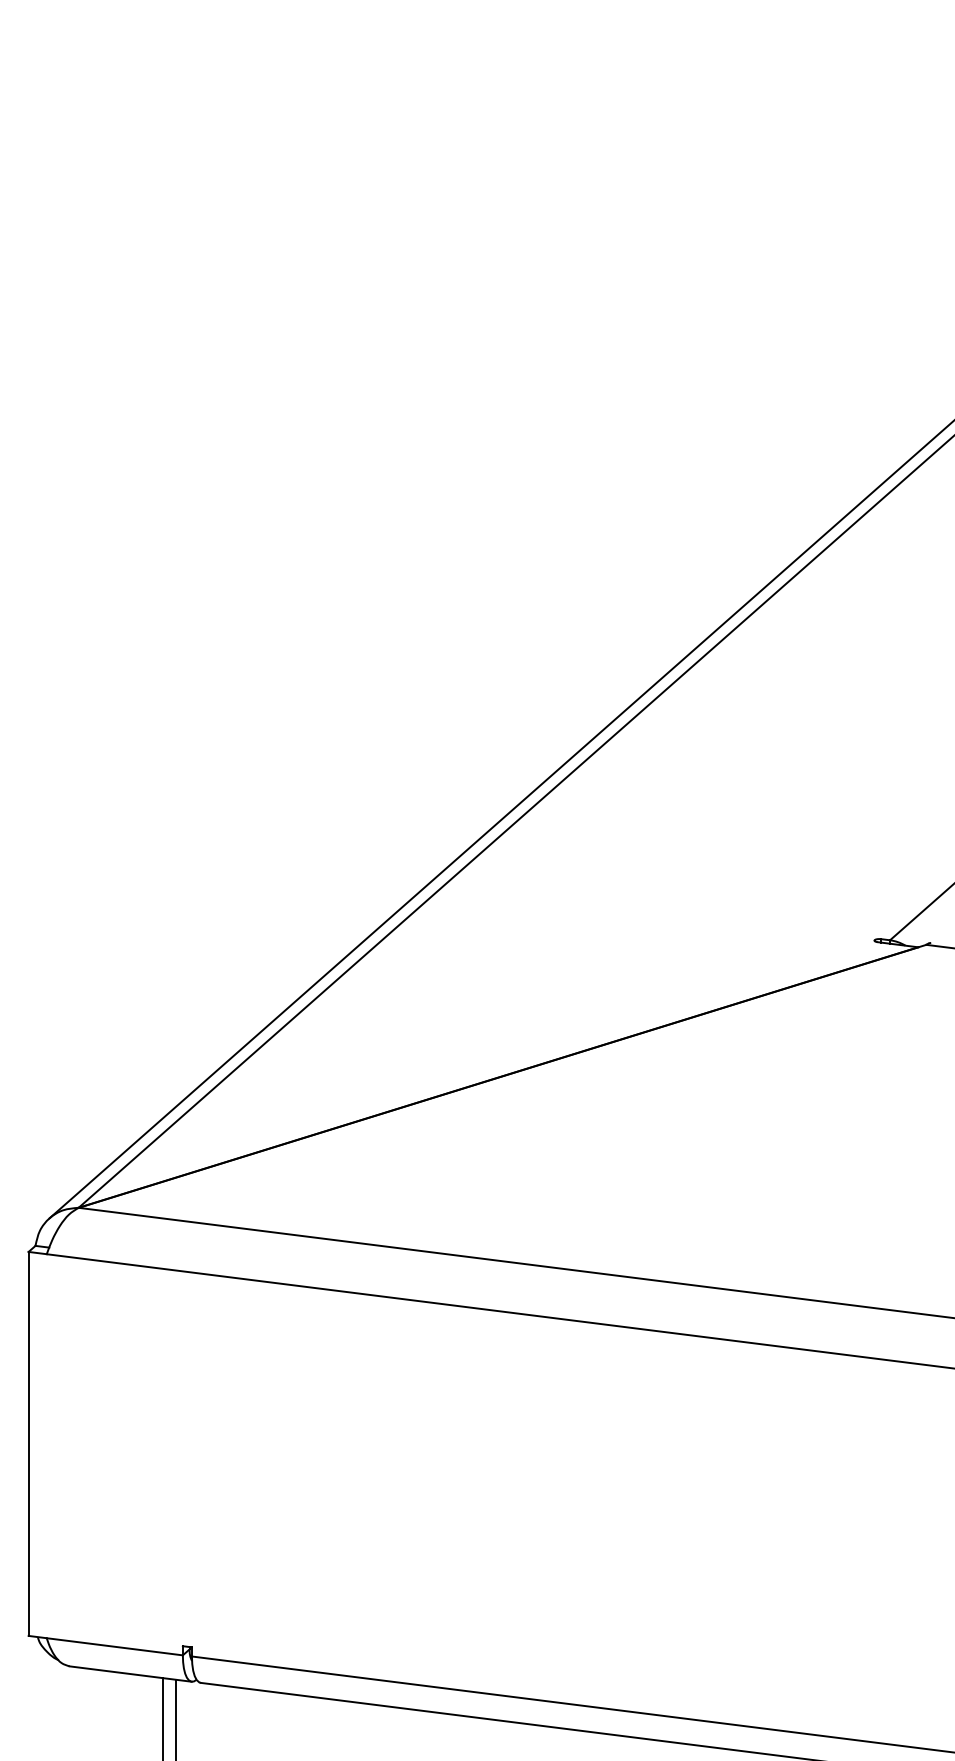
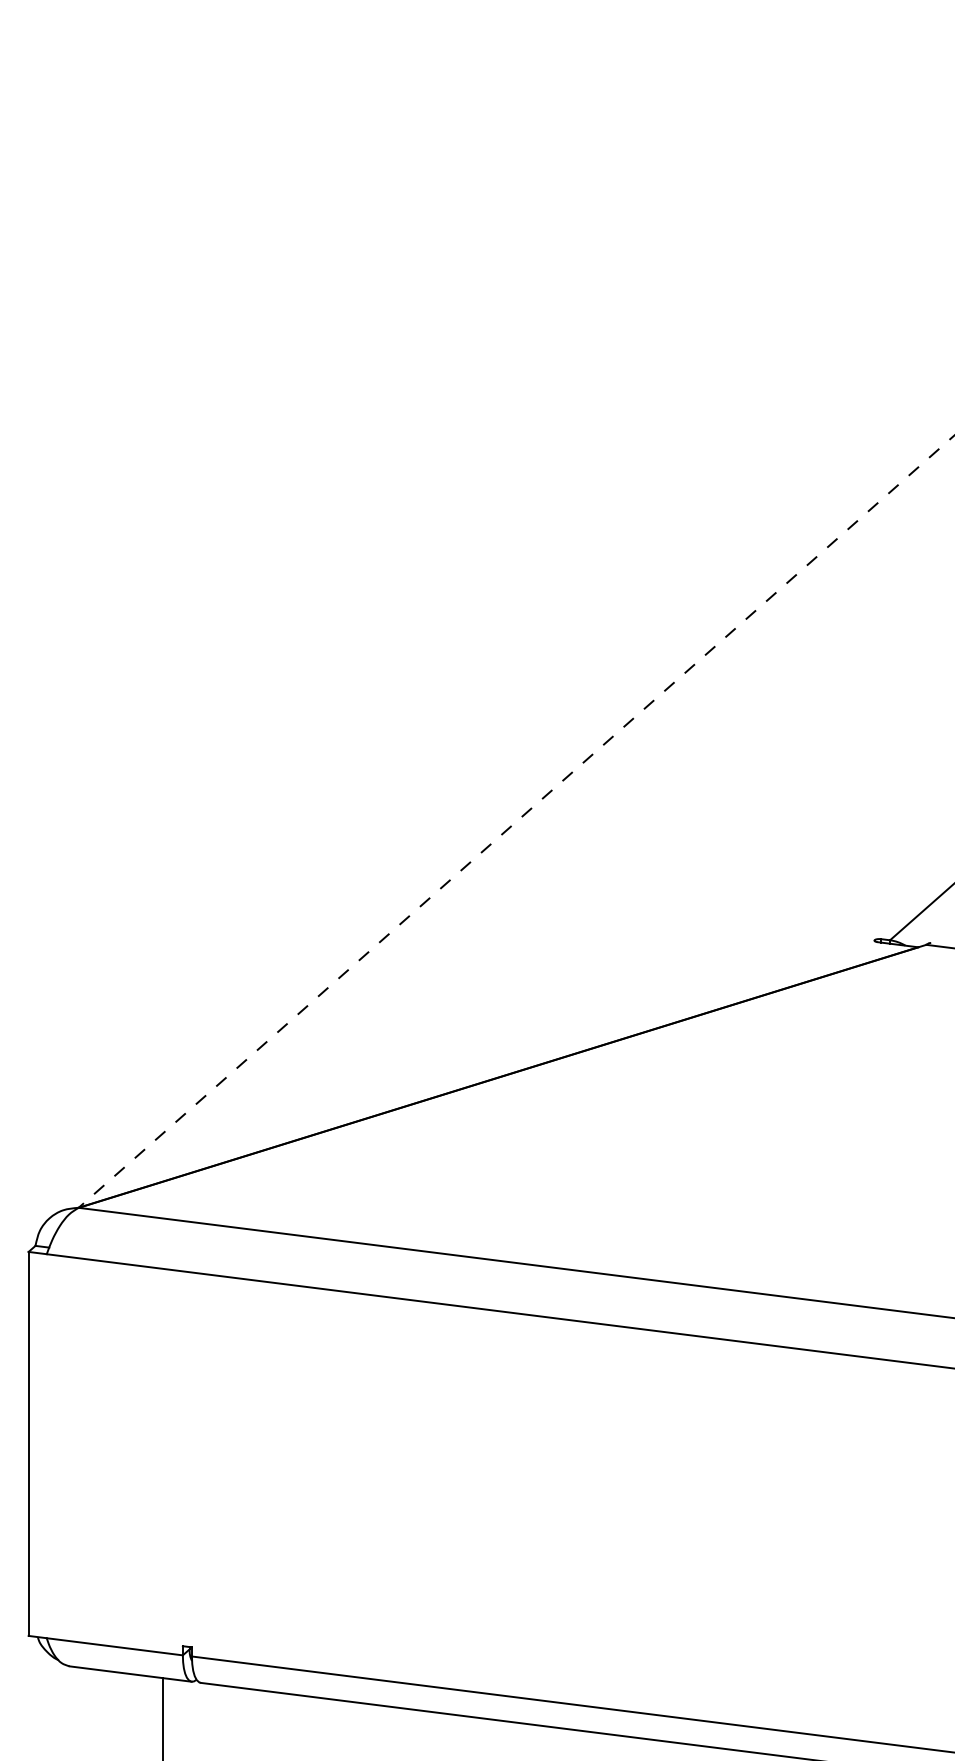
line at (500, 820): present -> none
line at (516, 821): solid -> dashed
line at (175, 1718): present -> none
